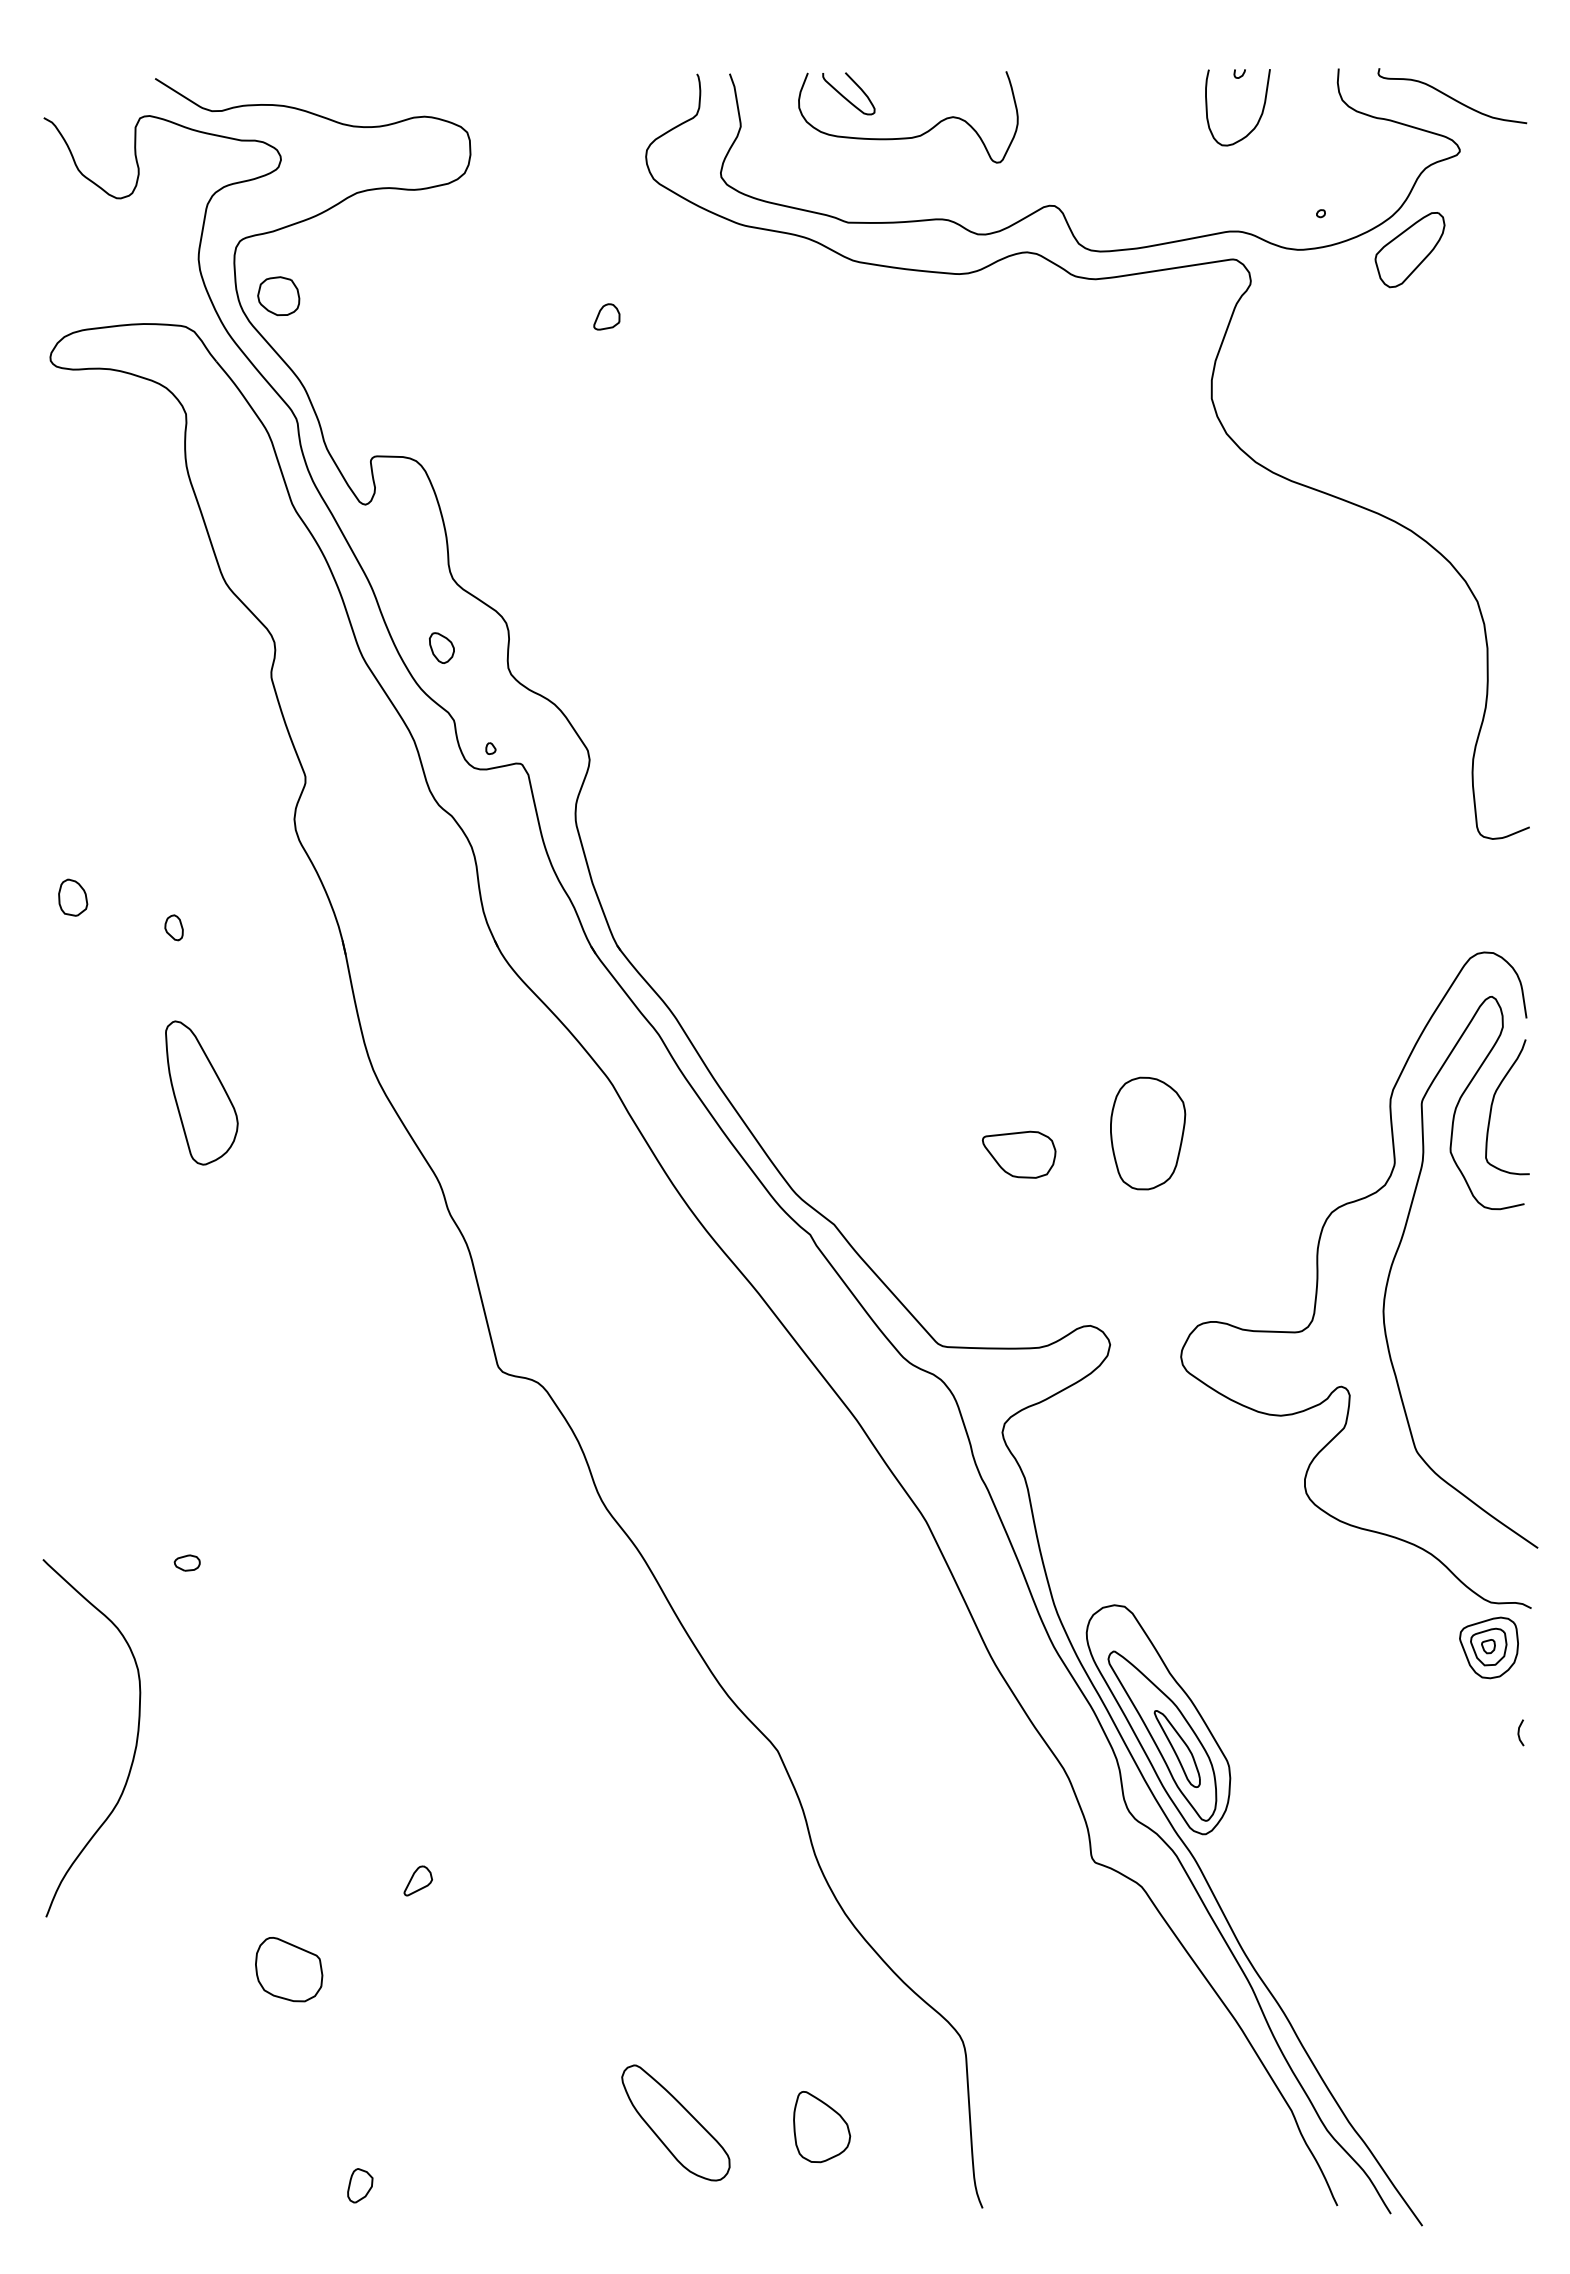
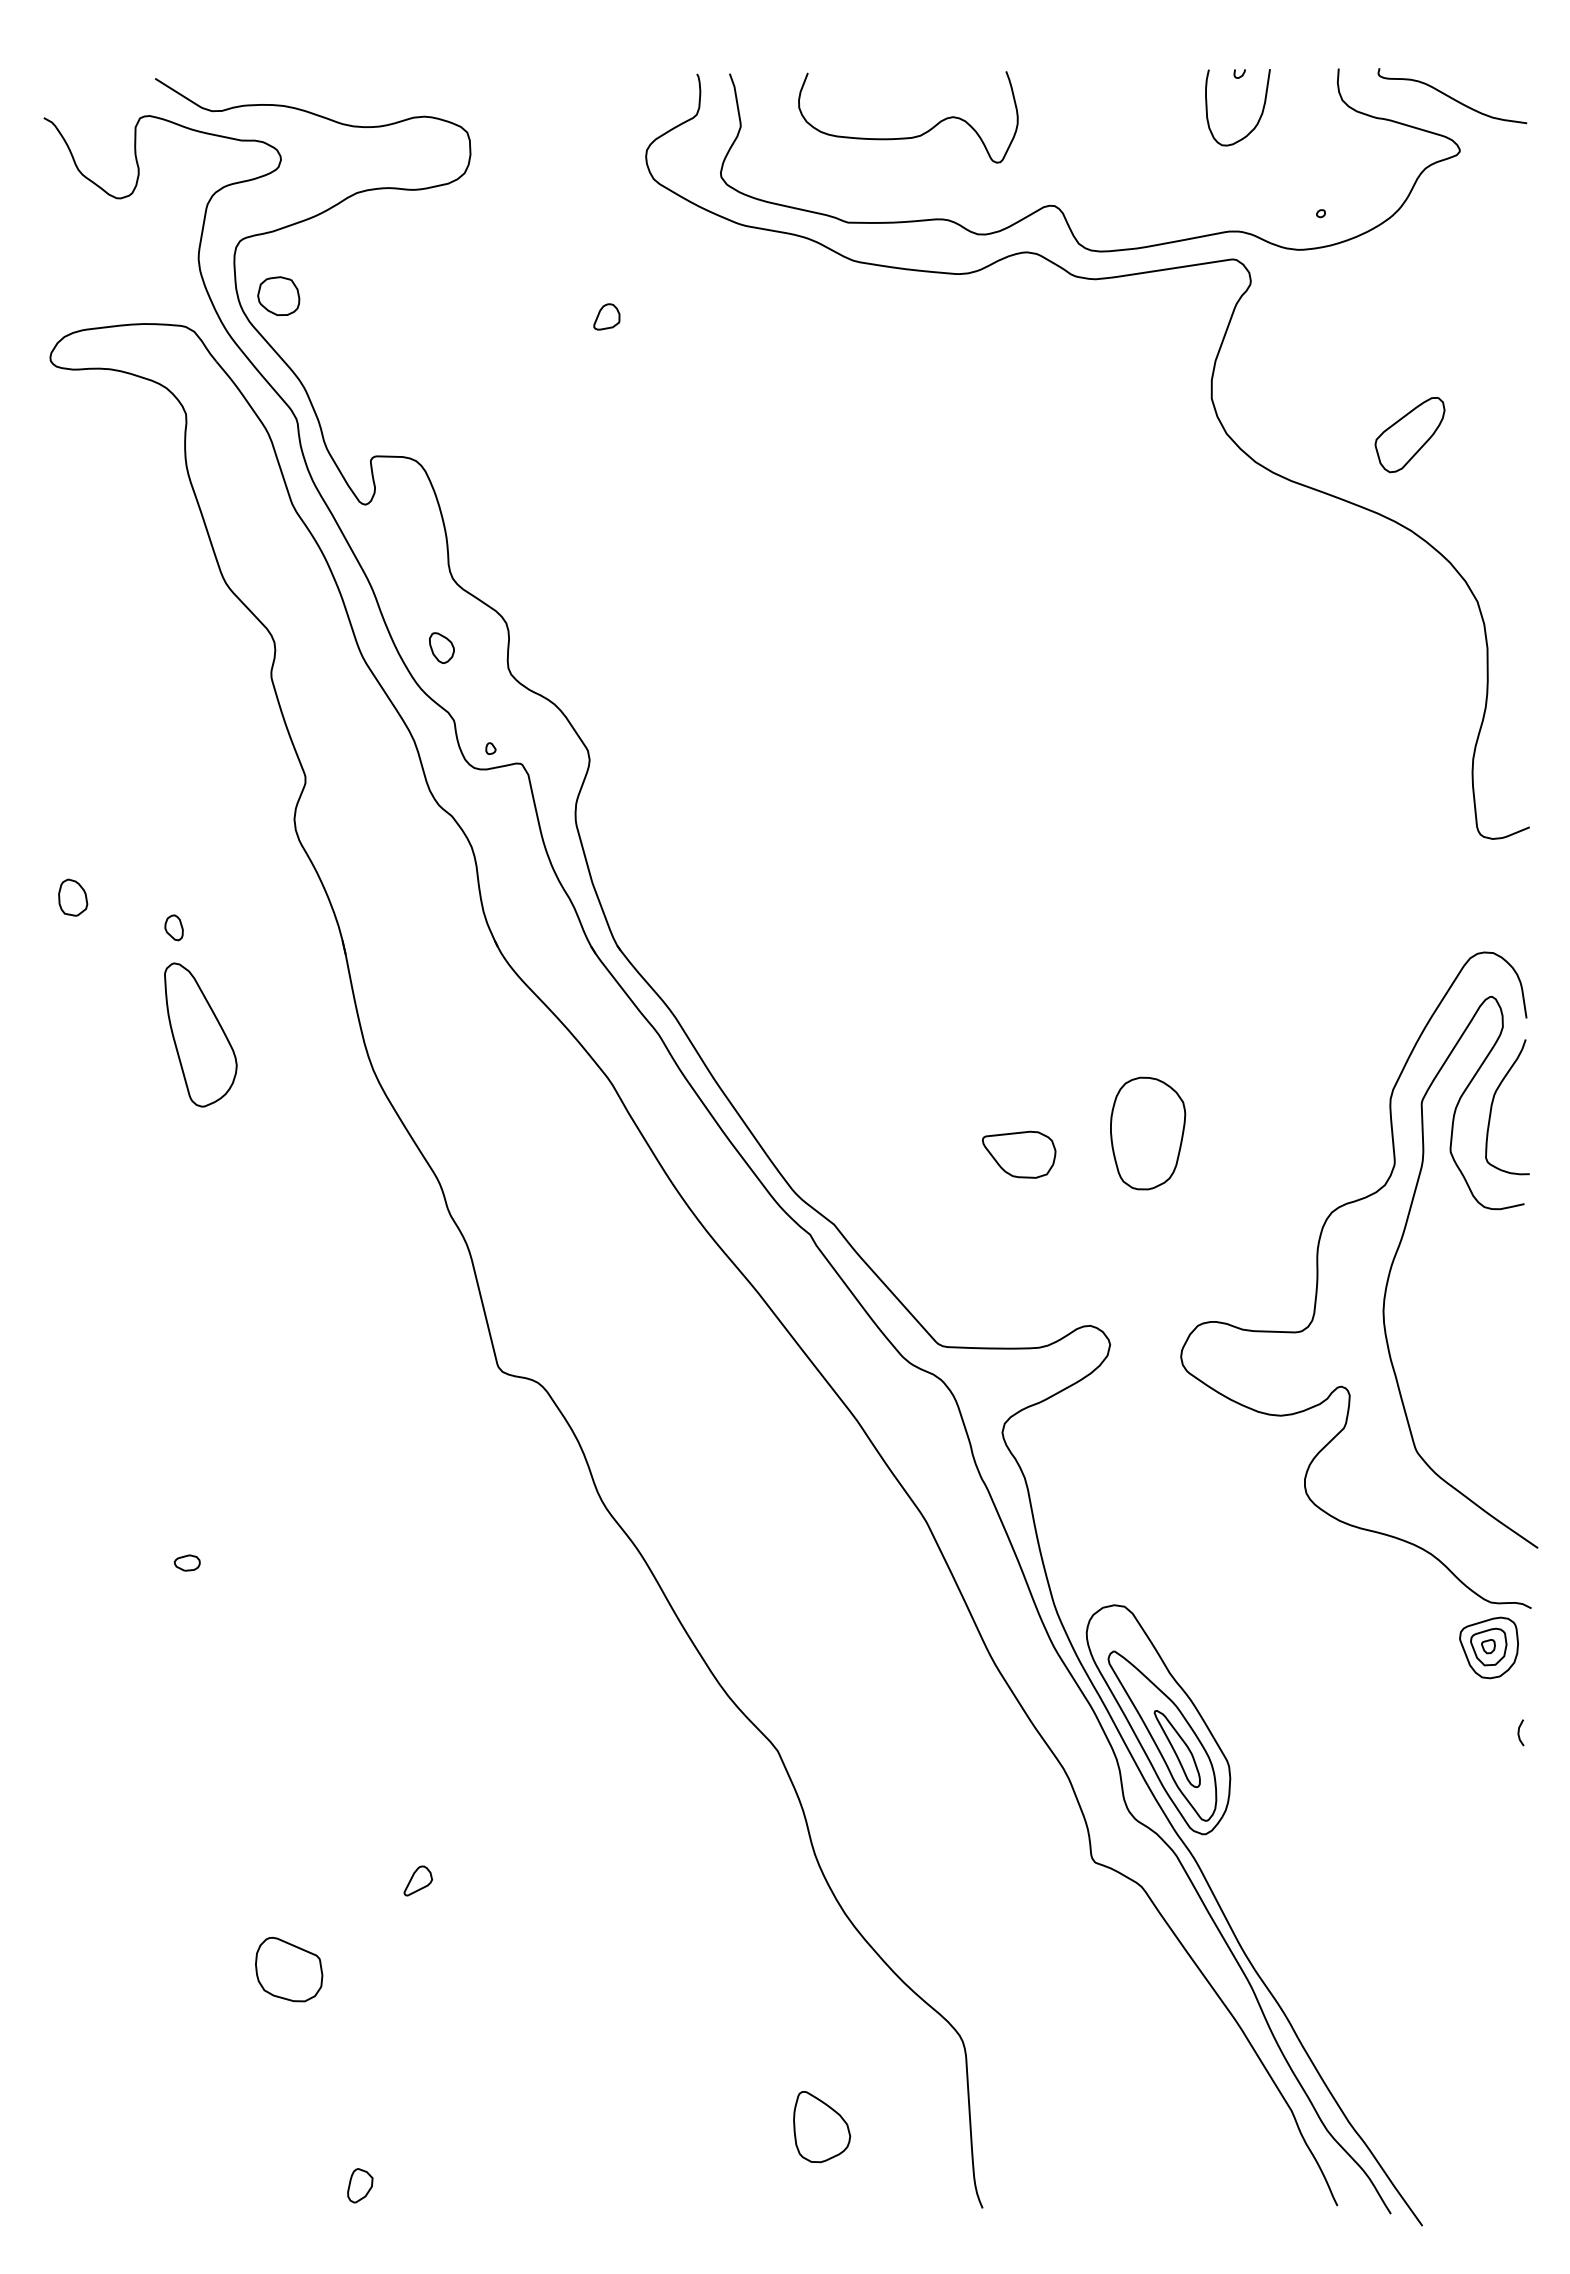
curve at (844, 96): present -> none
part at (1409, 250) position: (1409, 250) -> (1409, 435)
part at (201, 1092) position: (201, 1092) -> (200, 1034)
curve at (134, 1748): present -> none
part at (675, 2122): present -> none
